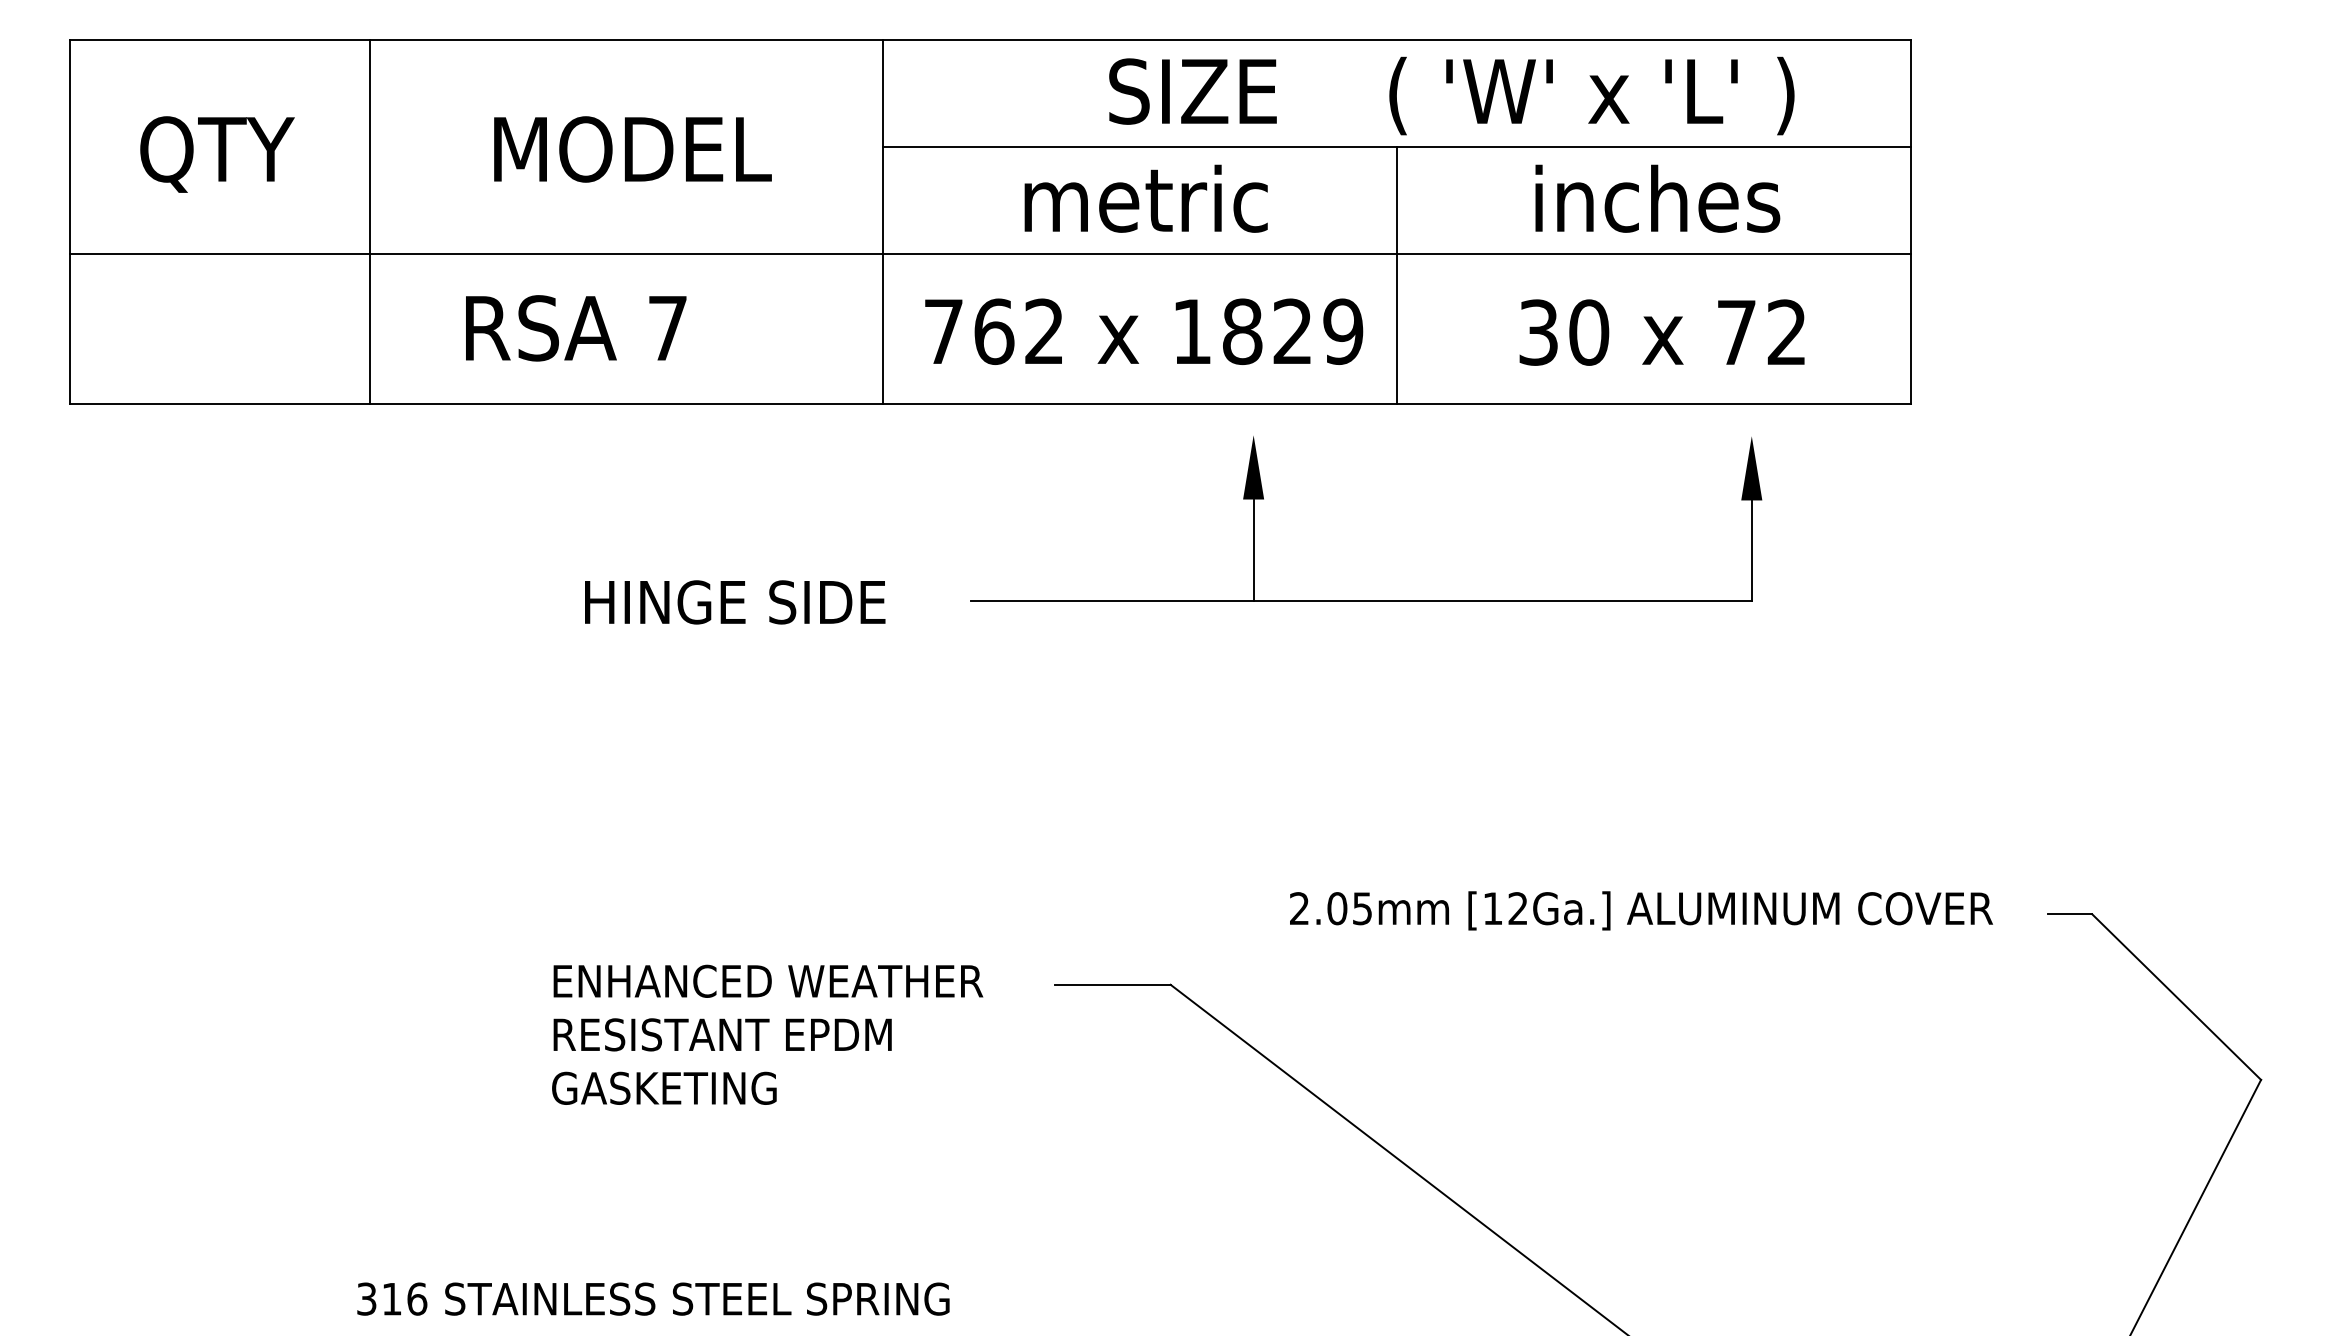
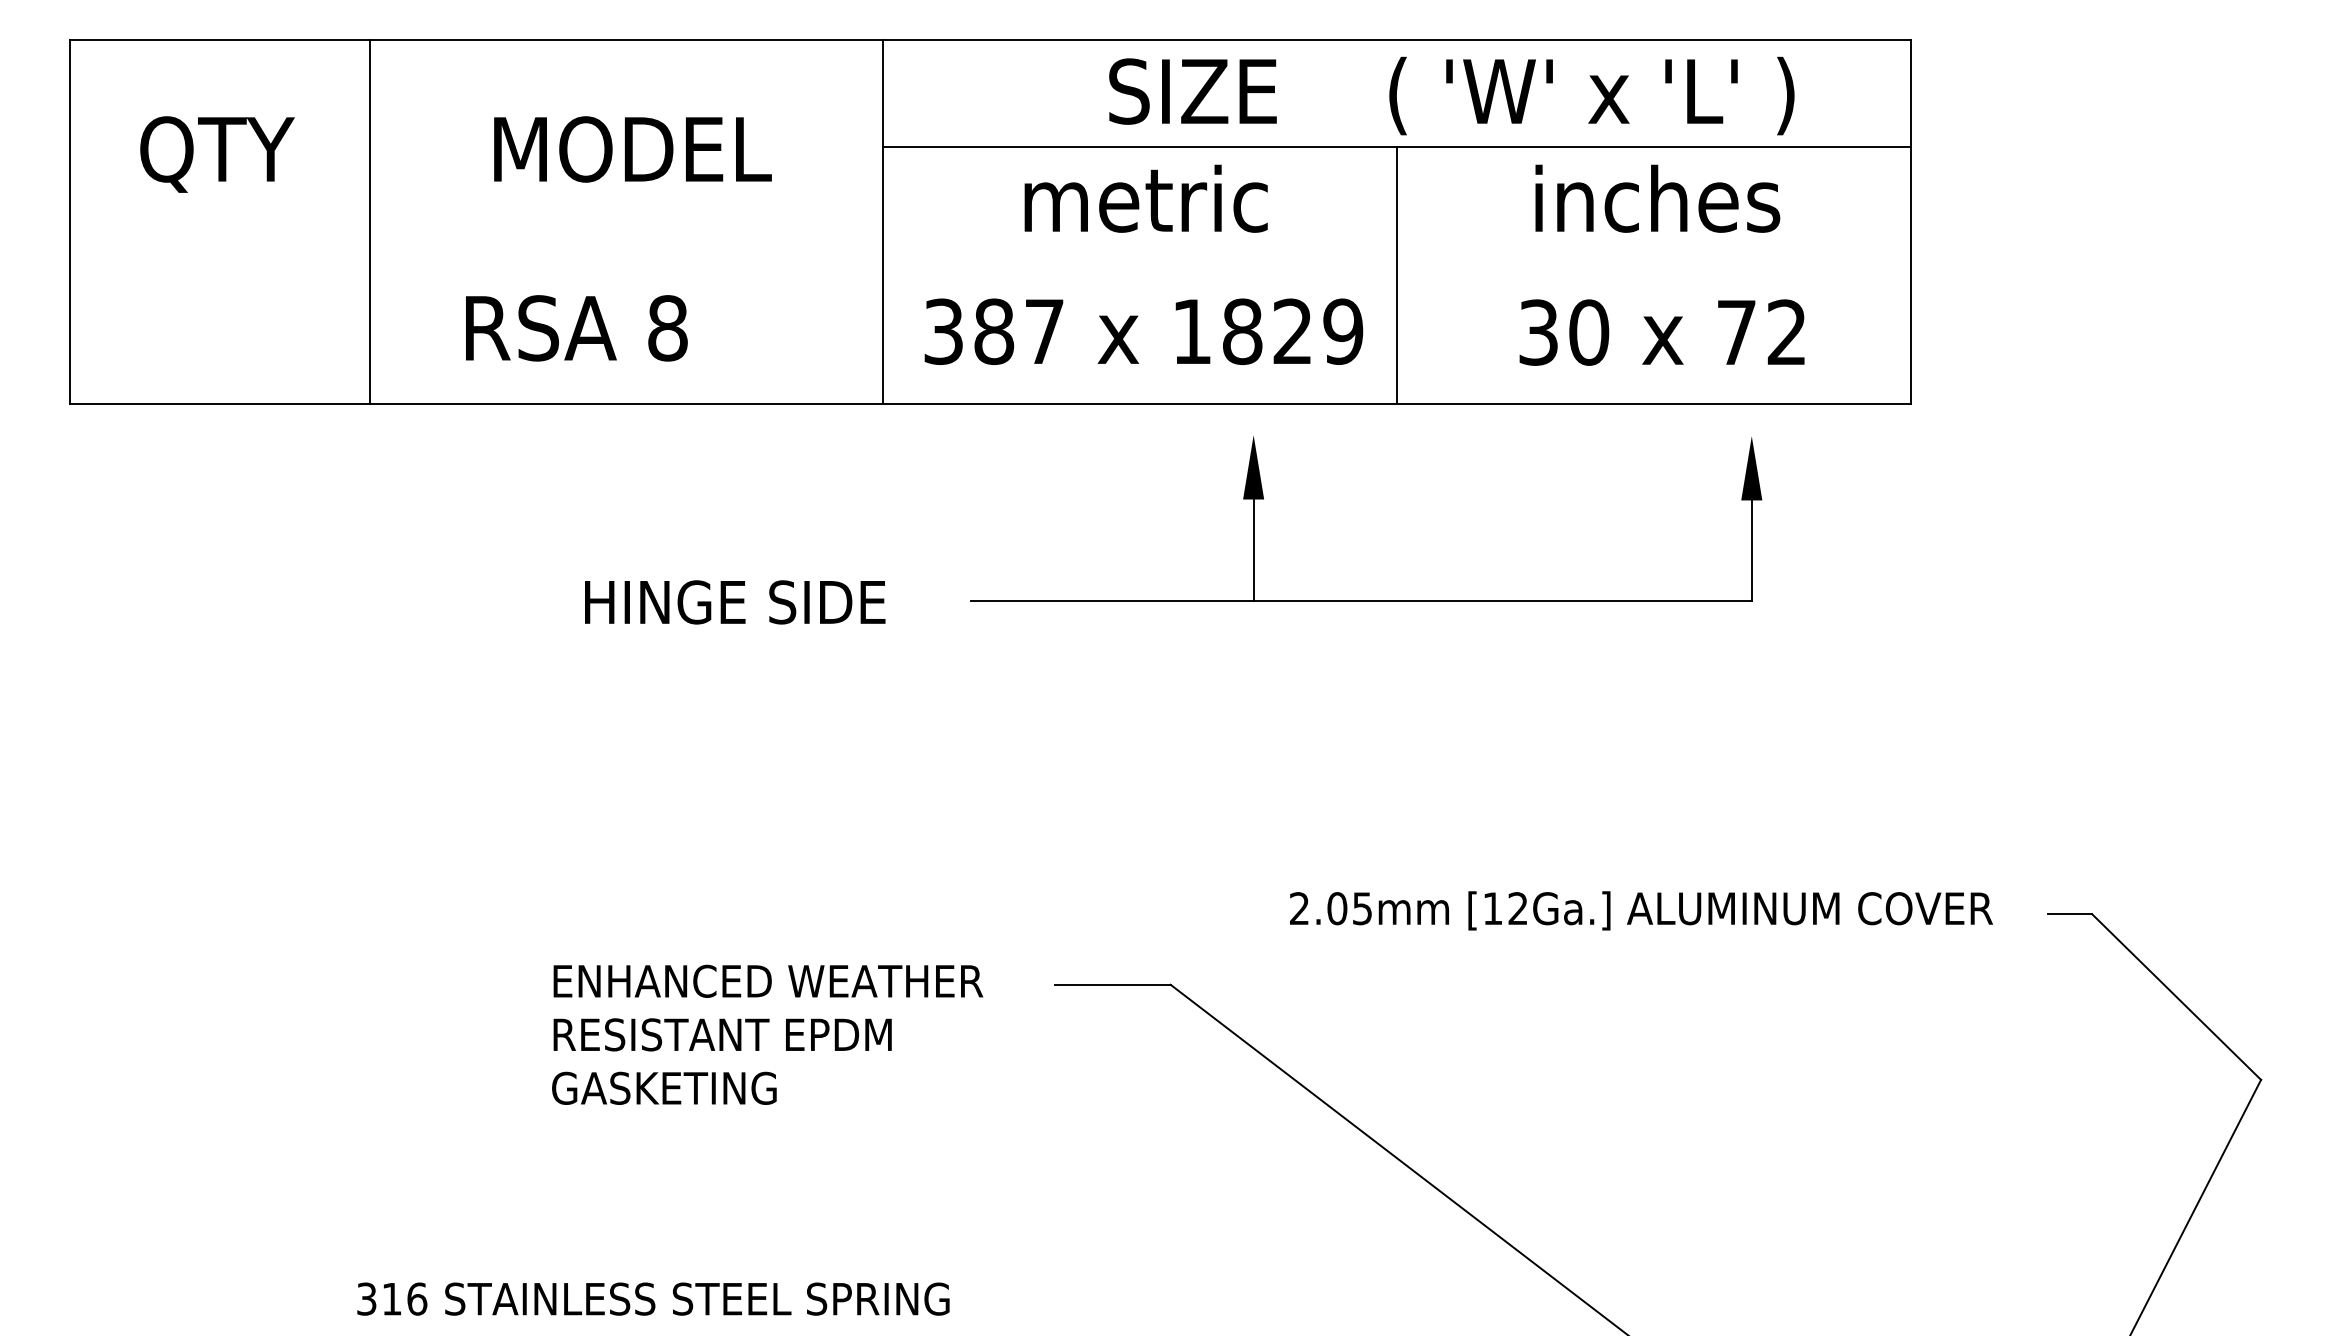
line at (989, 254): present -> none
text at (667, 328): 7 -> 8
text at (993, 331): 762 -> 387
